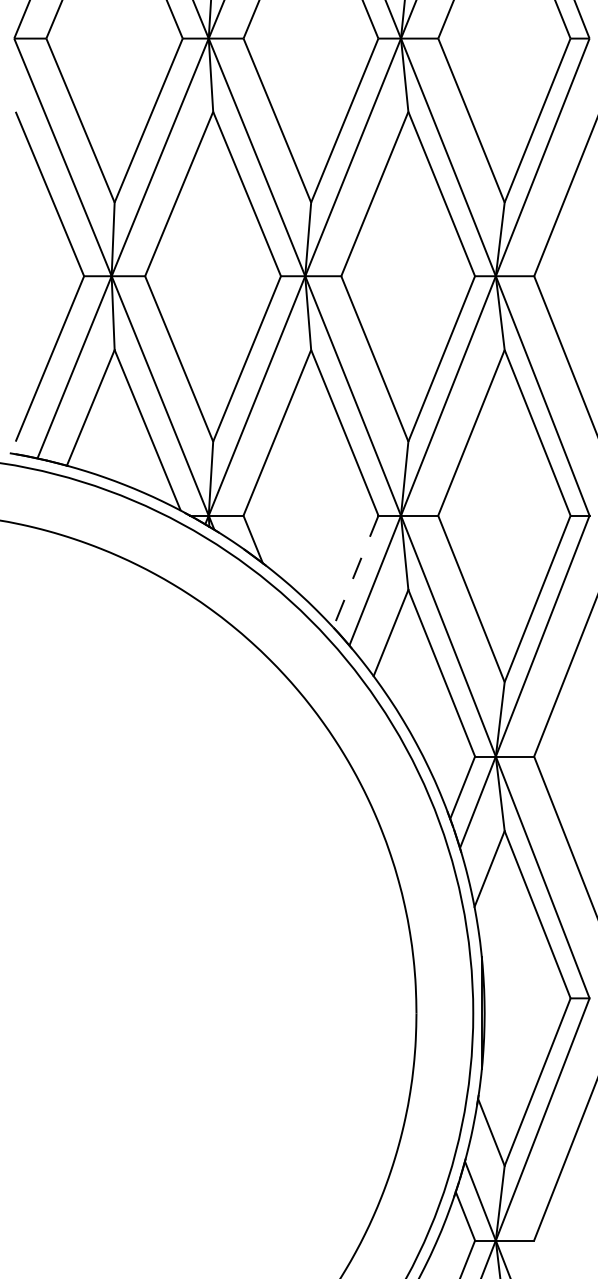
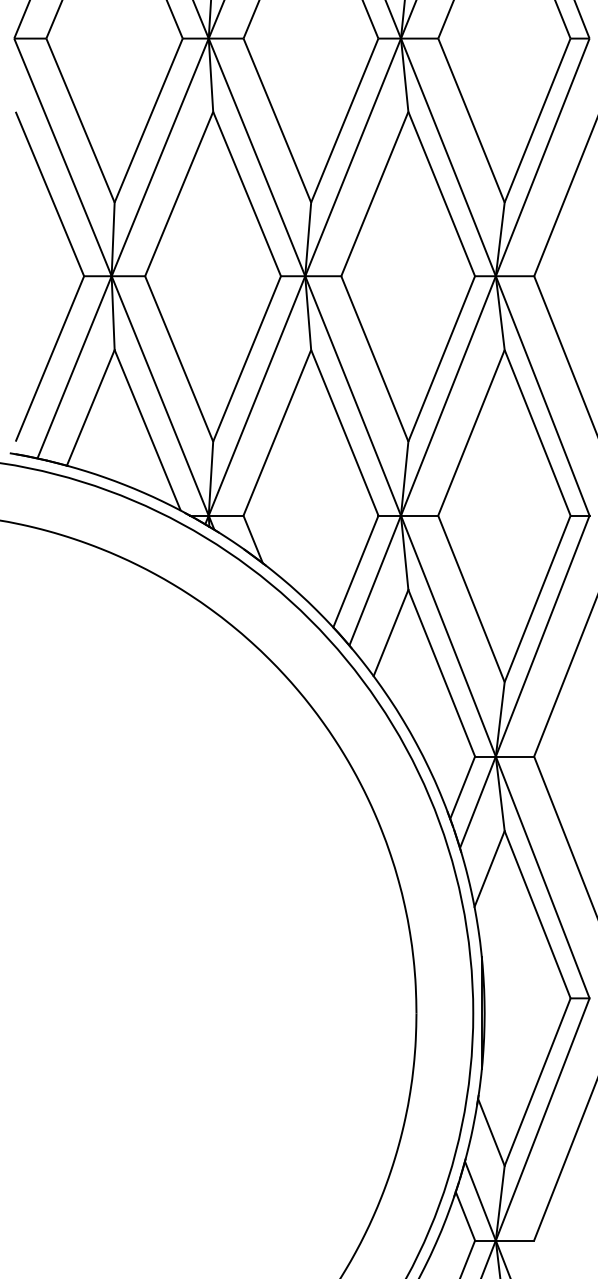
line at (355, 572): dashed -> solid
